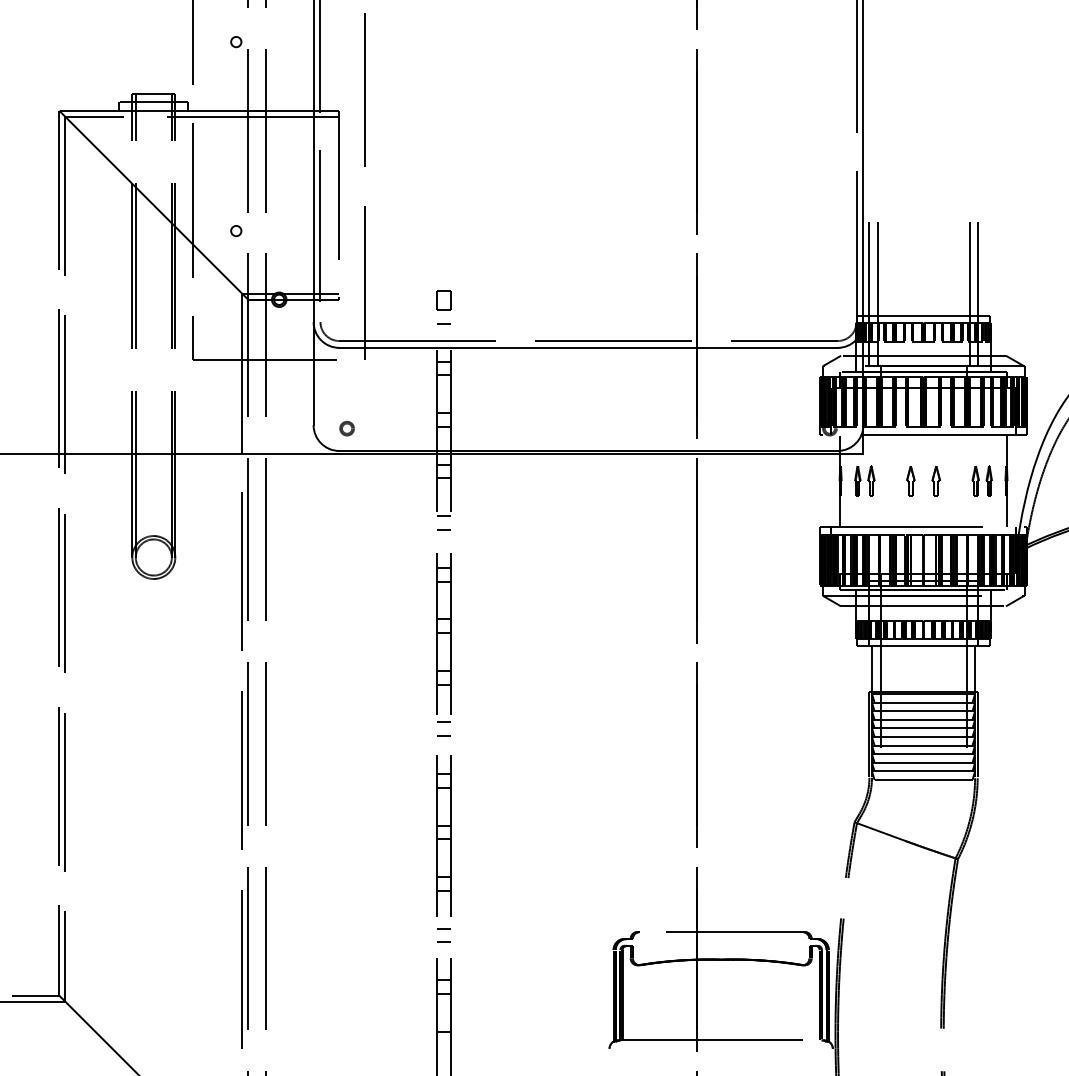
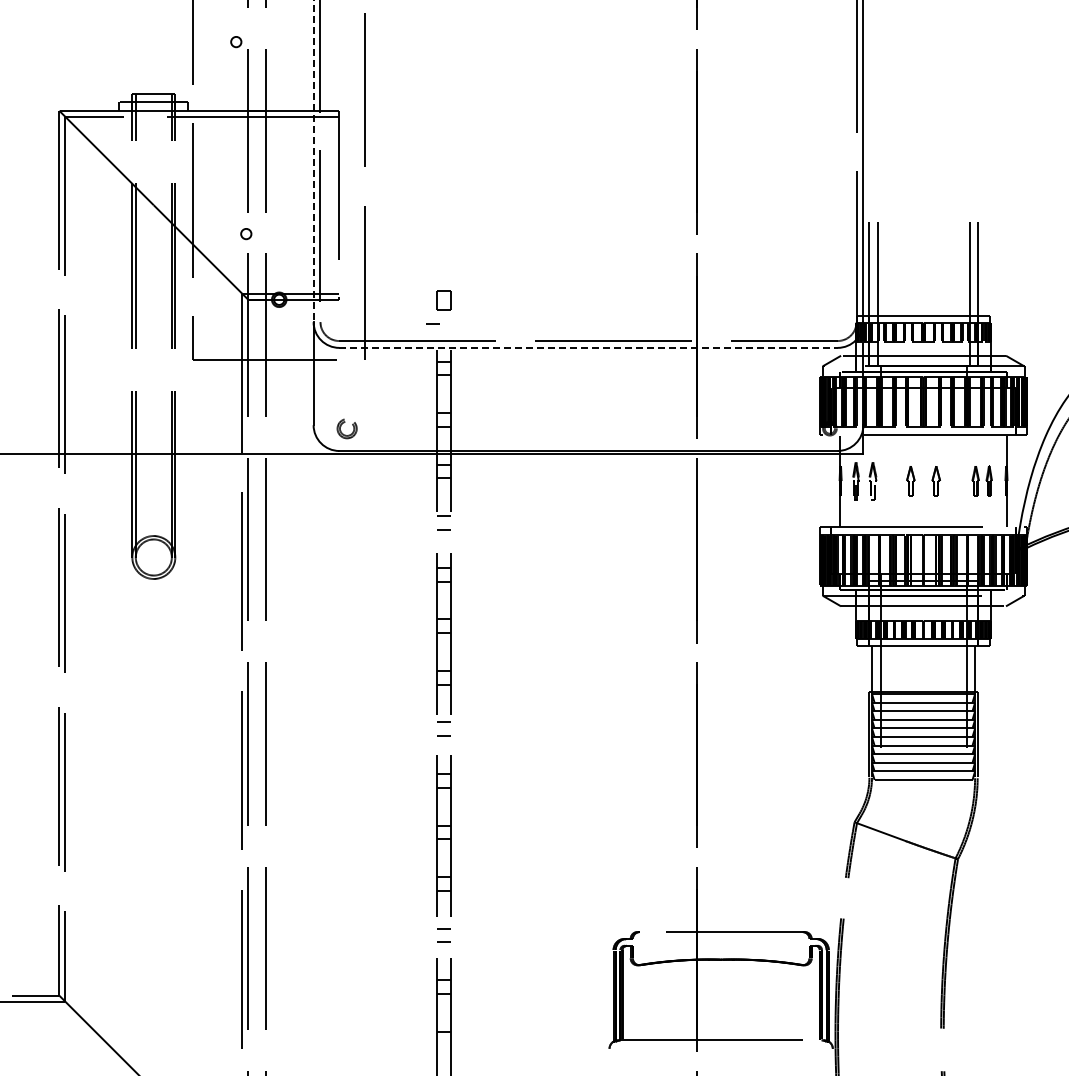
line at (313, 161): solid -> dashed
circle at (236, 231) position: (236, 231) -> (246, 234)
line at (443, 323) position: (443, 323) -> (432, 323)
line at (589, 347): solid -> dashed
part at (346, 428) size: 16x17 px -> 22x22 px
part at (864, 480) size: 22x32 px -> 26x39 px
